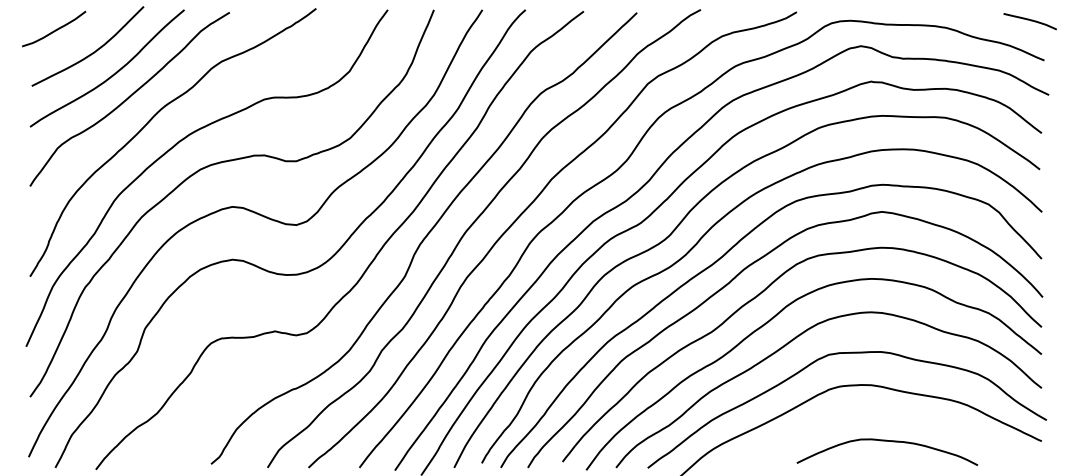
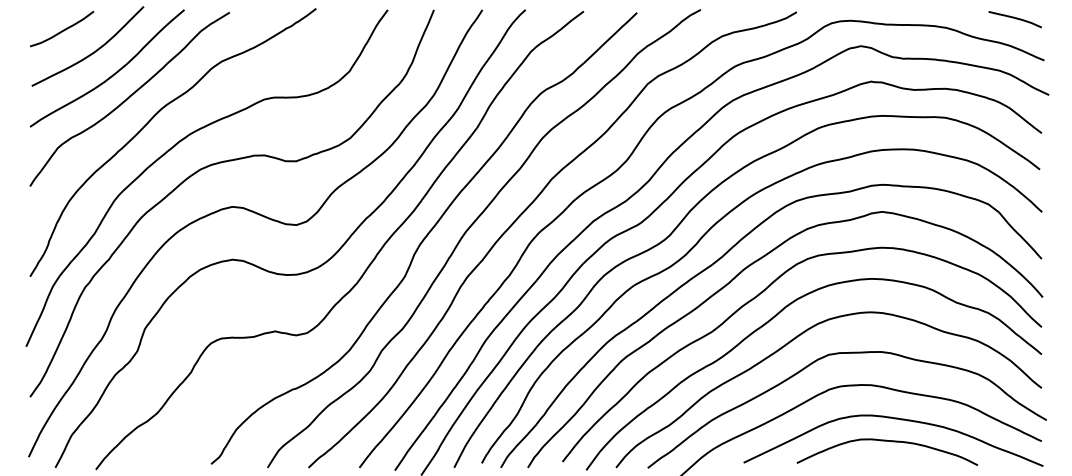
curve at (1029, 20) position: (1029, 20) -> (1014, 18)
curve at (55, 29) position: (55, 29) -> (63, 29)
curve at (894, 419): none -> present
